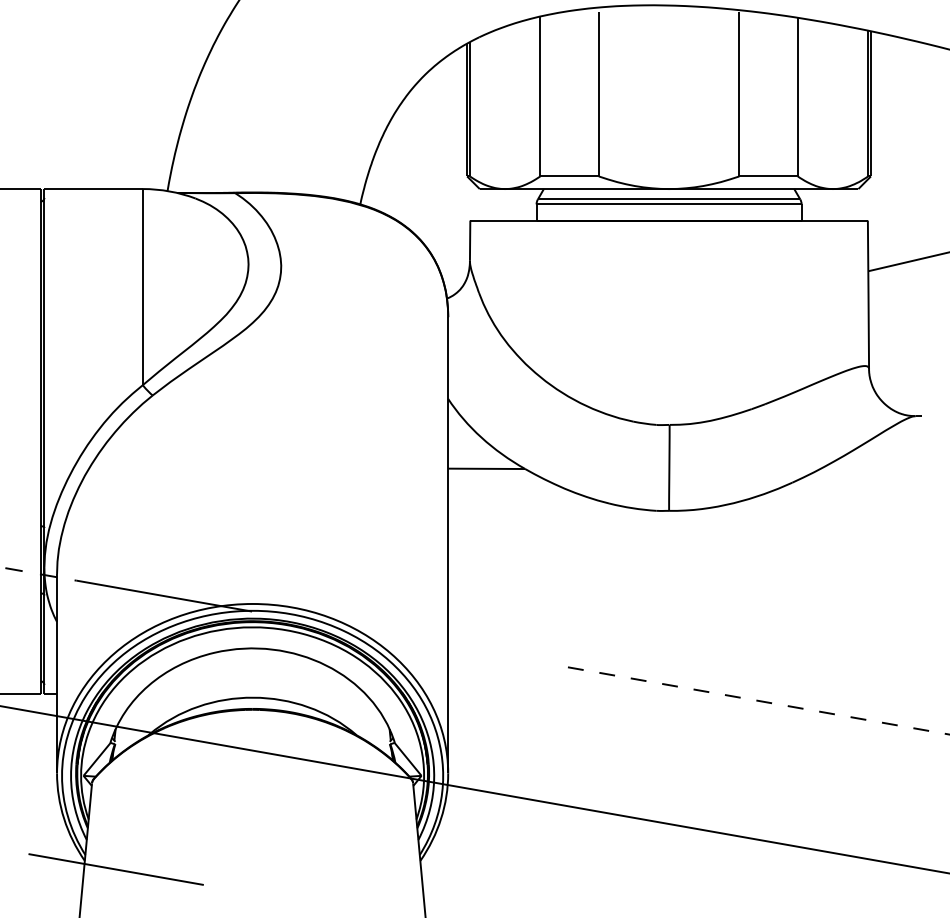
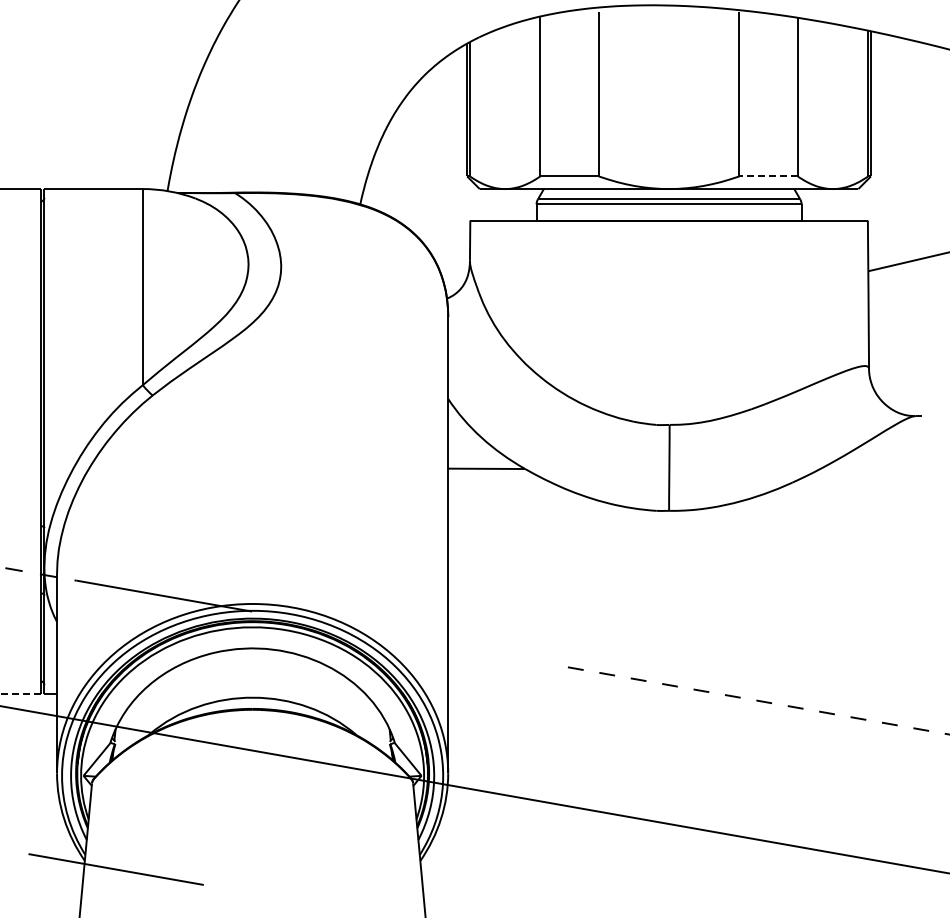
line at (768, 176): solid -> dashed
line at (20, 693): solid -> dashed
